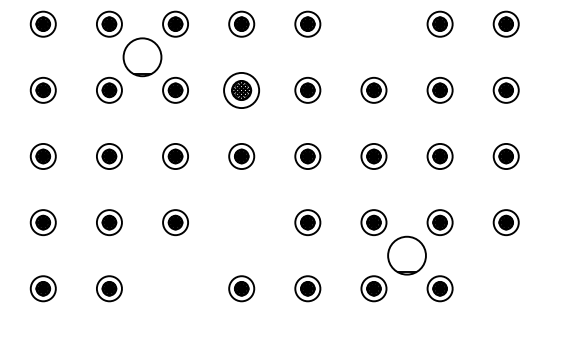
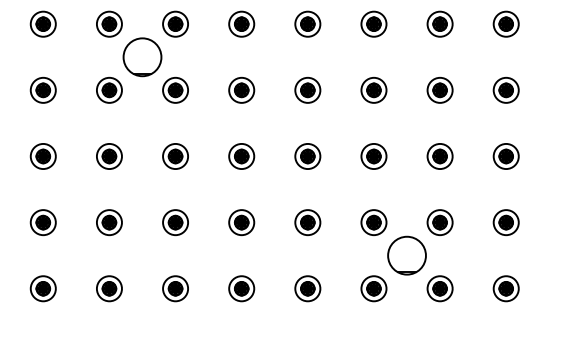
part at (373, 23): none -> present
part at (241, 90) size: 37x37 px -> 28x28 px
part at (241, 222): none -> present
part at (175, 288): none -> present
part at (505, 288): none -> present
